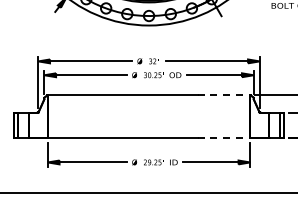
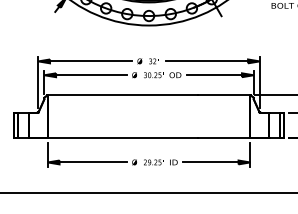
line at (224, 95): dashed -> solid
line at (224, 137): dashed -> solid
